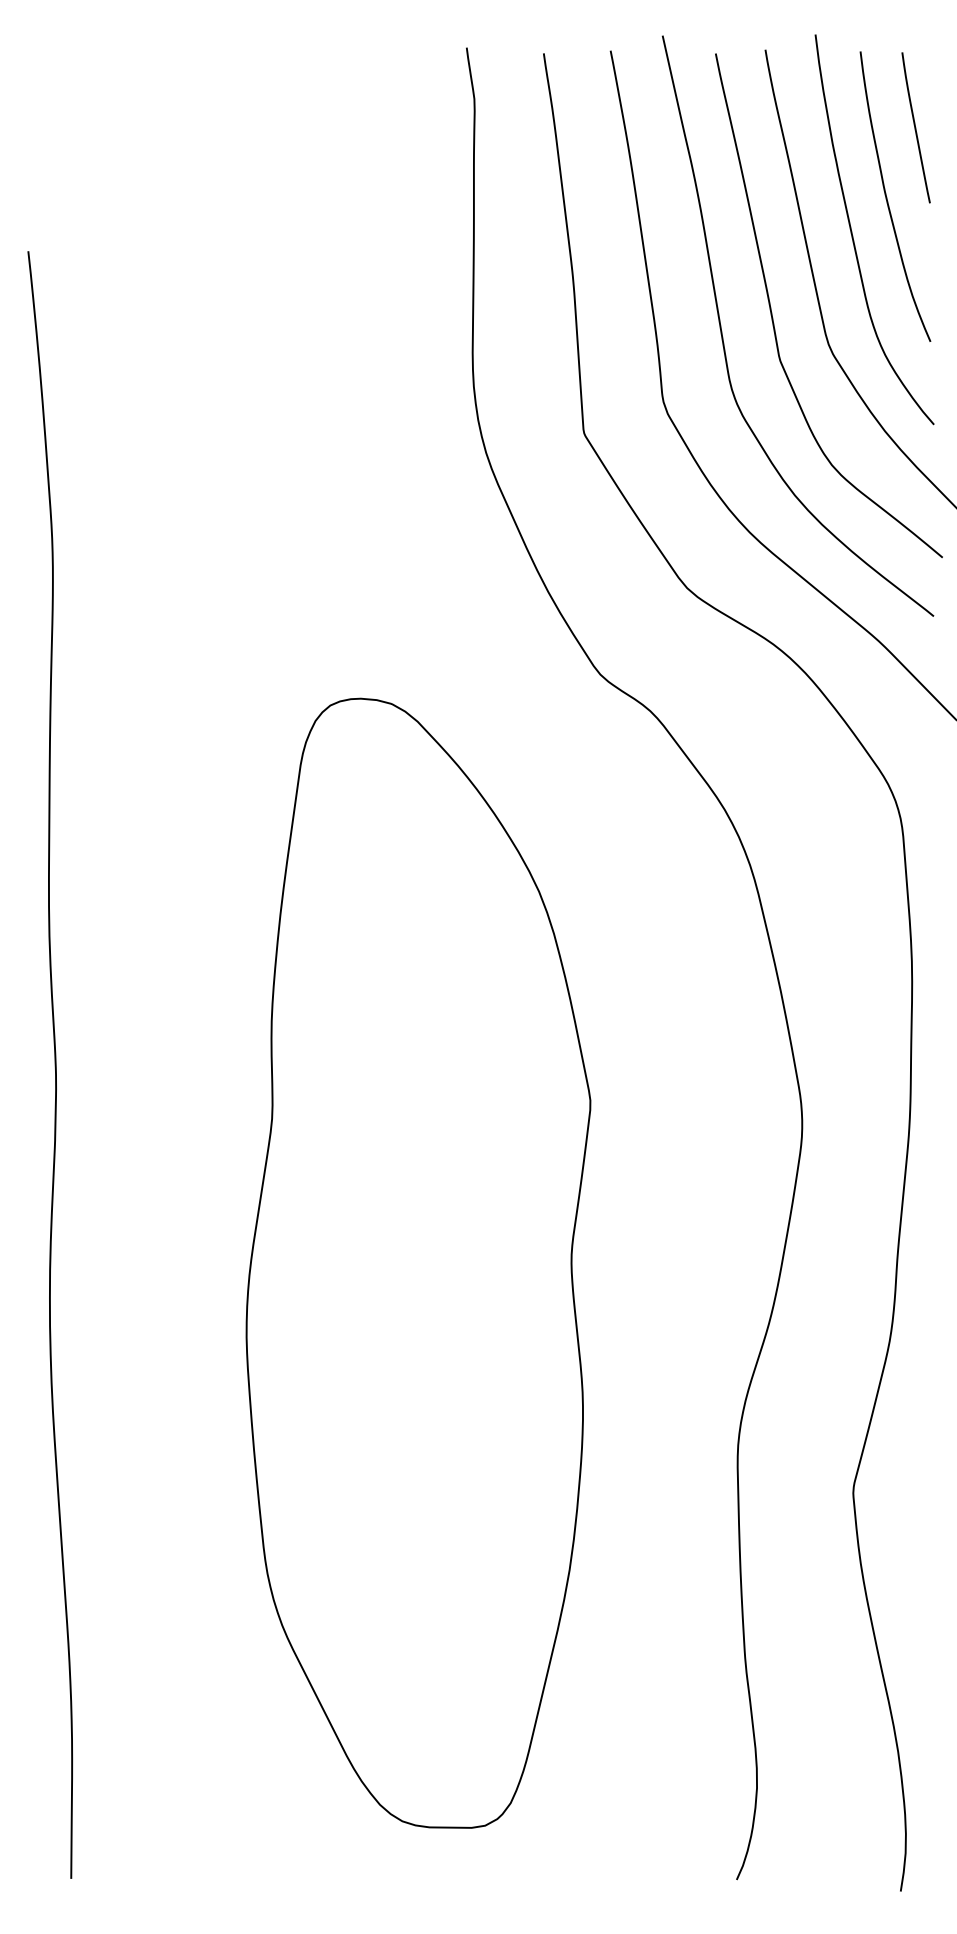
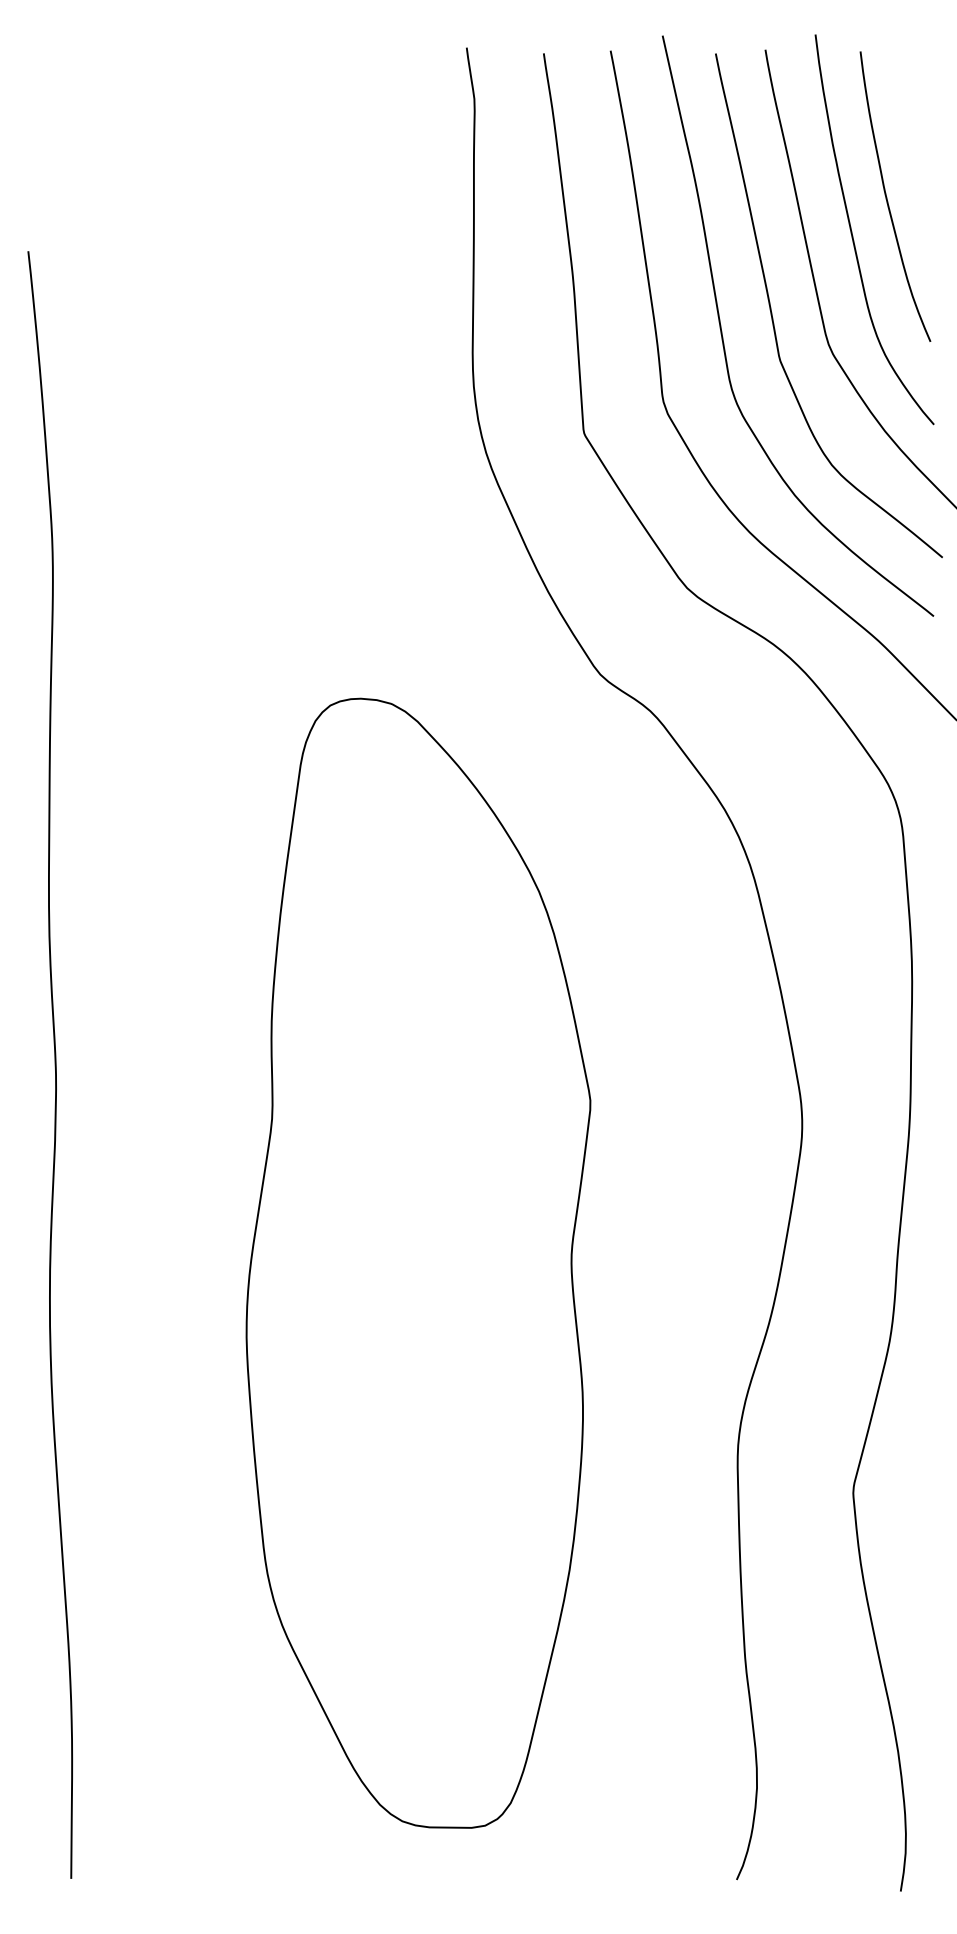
curve at (915, 127): present -> none
